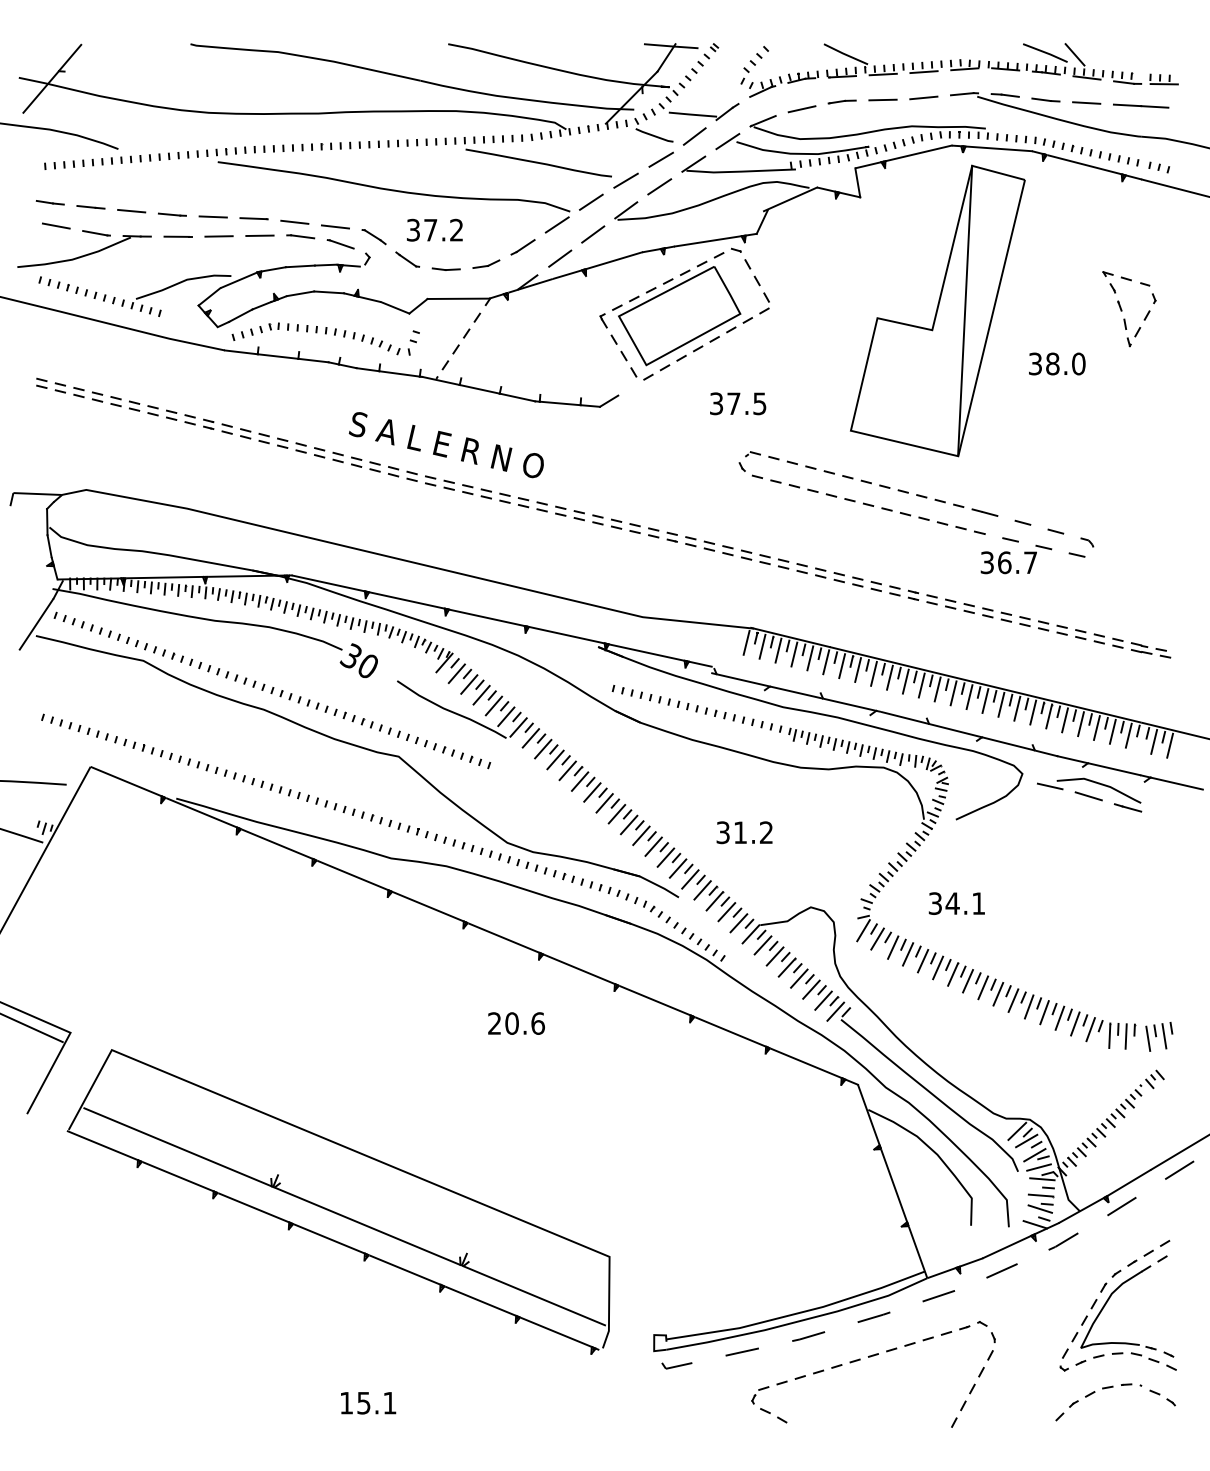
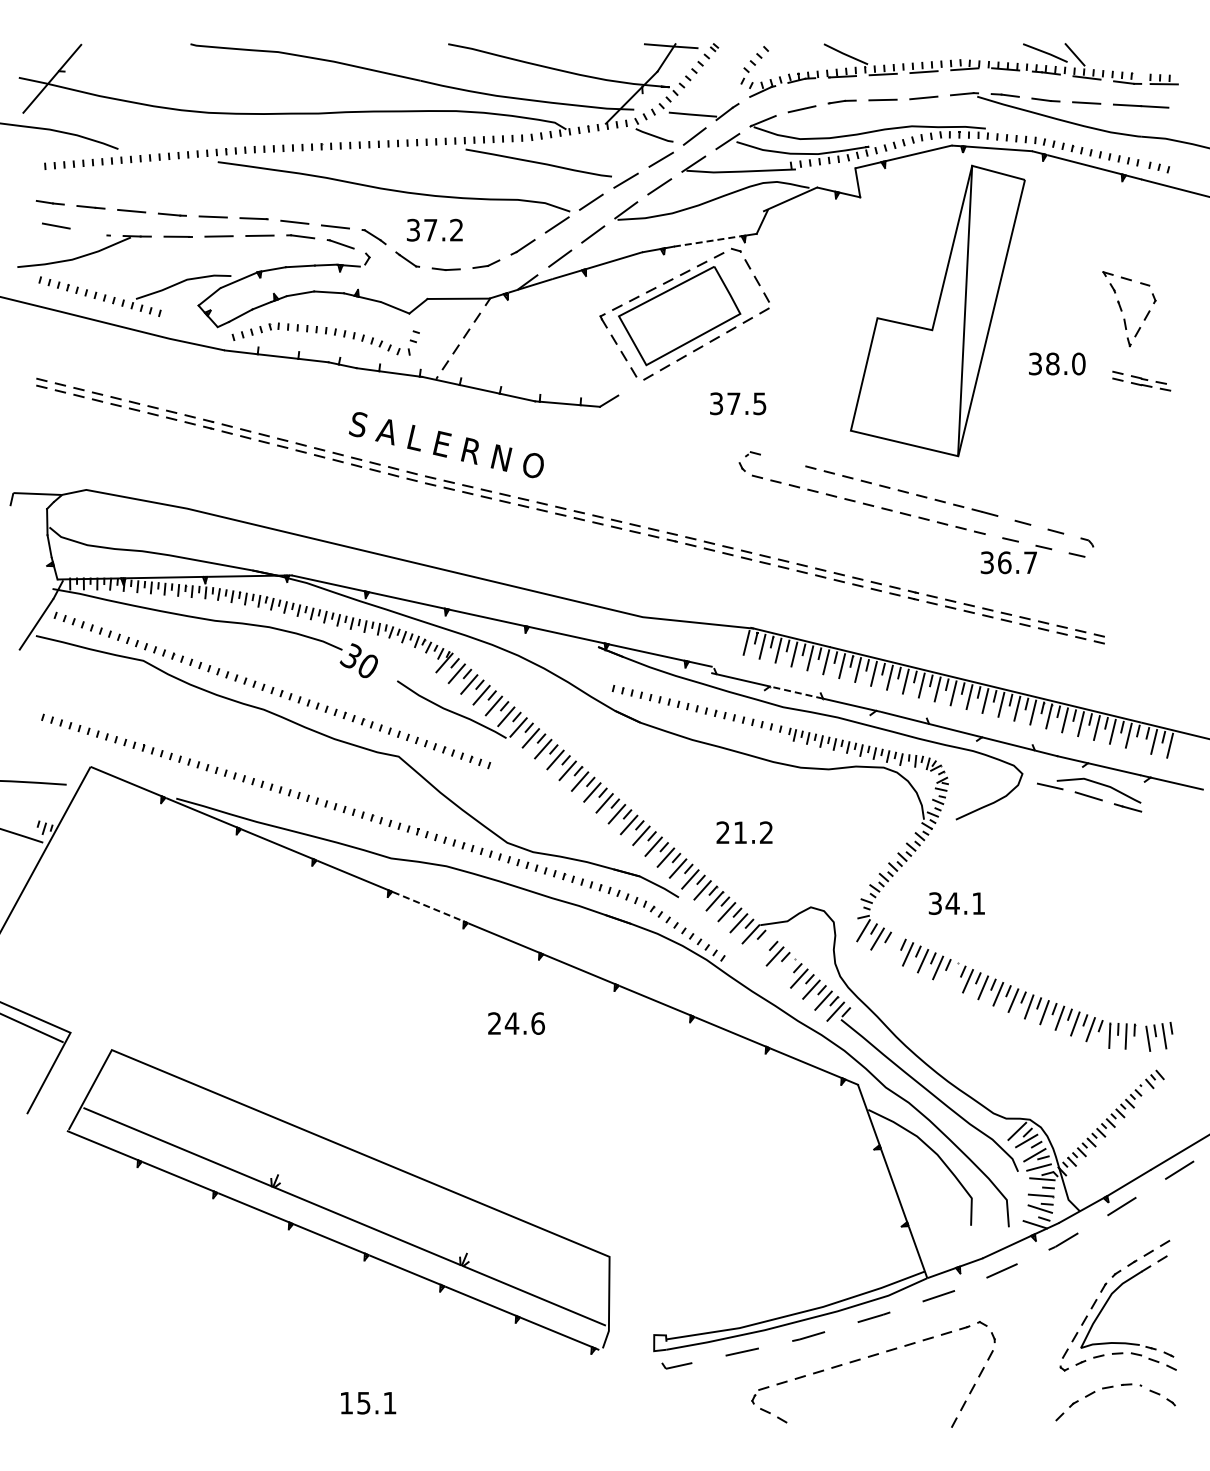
line at (95, 233): present -> none
line at (711, 240): solid -> dashed
part at (782, 460): present -> none
part at (1141, 647) position: (1141, 647) -> (1141, 380)
line at (796, 692): solid -> dashed
text at (722, 832): 31.2 -> 21.2
line at (431, 907): solid -> dashed
line at (762, 945): present -> none
line at (893, 947): present -> none
line at (786, 967): present -> none
line at (953, 974): present -> none
text at (511, 1023): 20.6 -> 24.6
